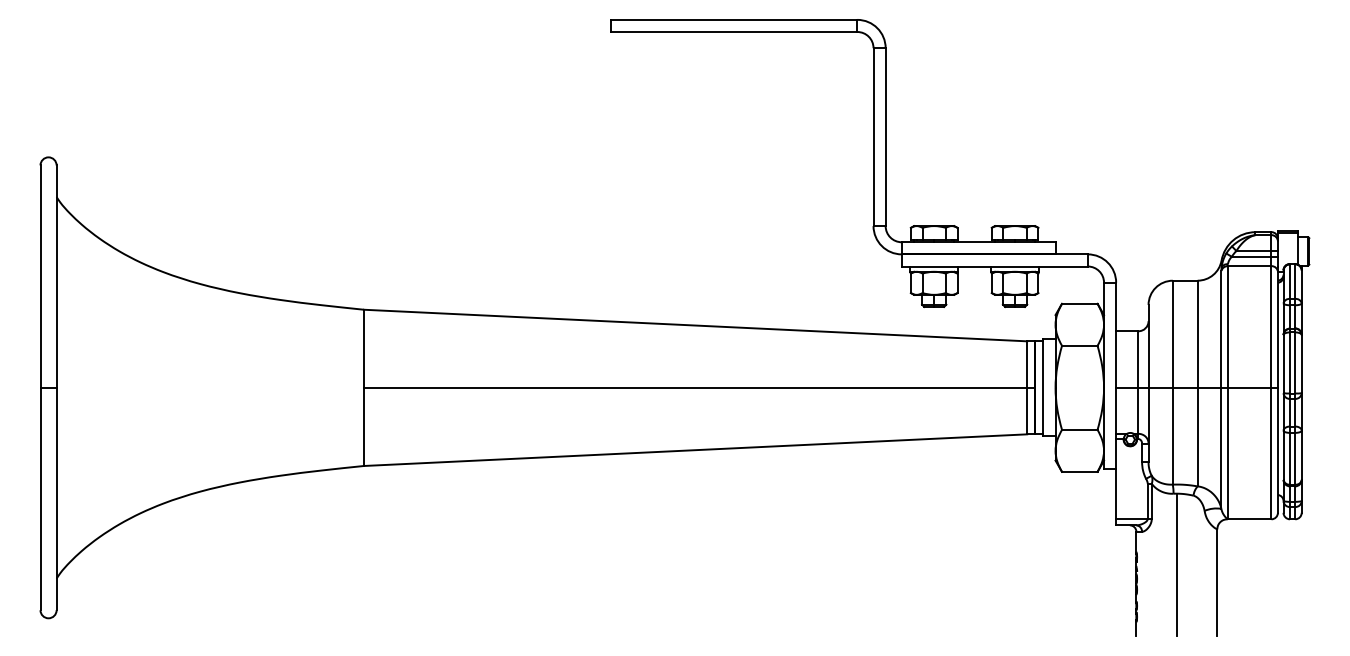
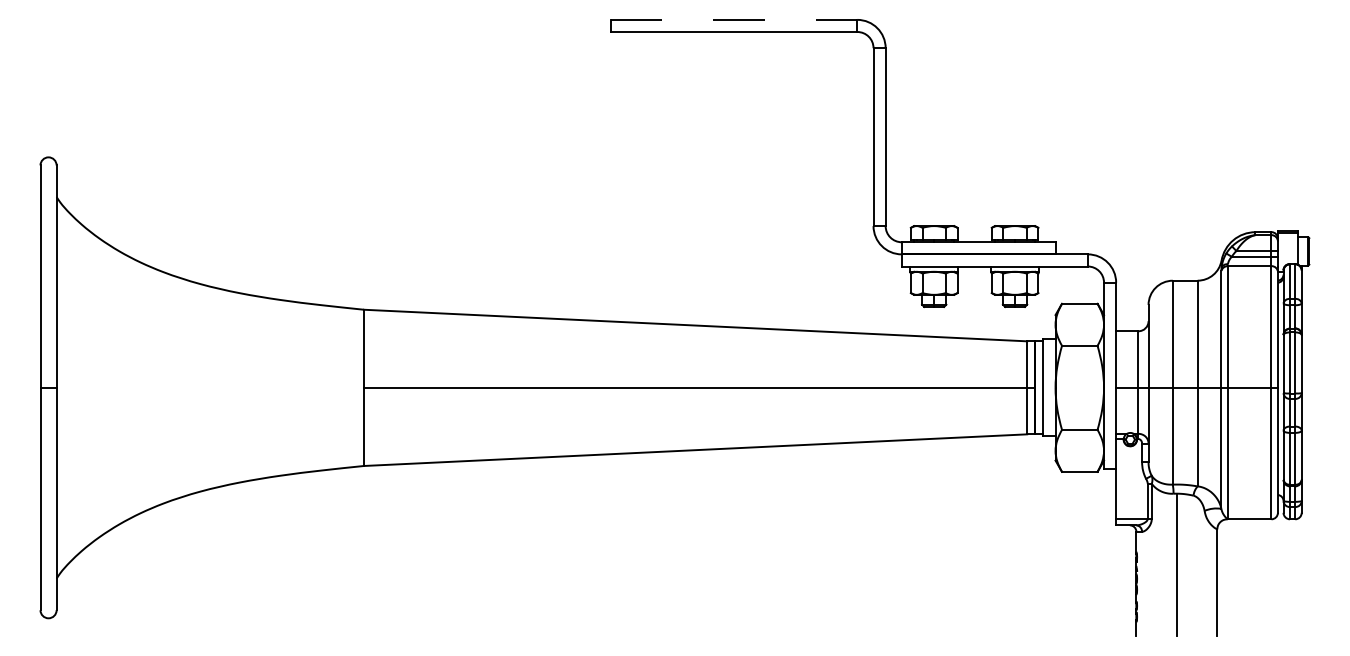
line at (734, 19): solid -> dashed
